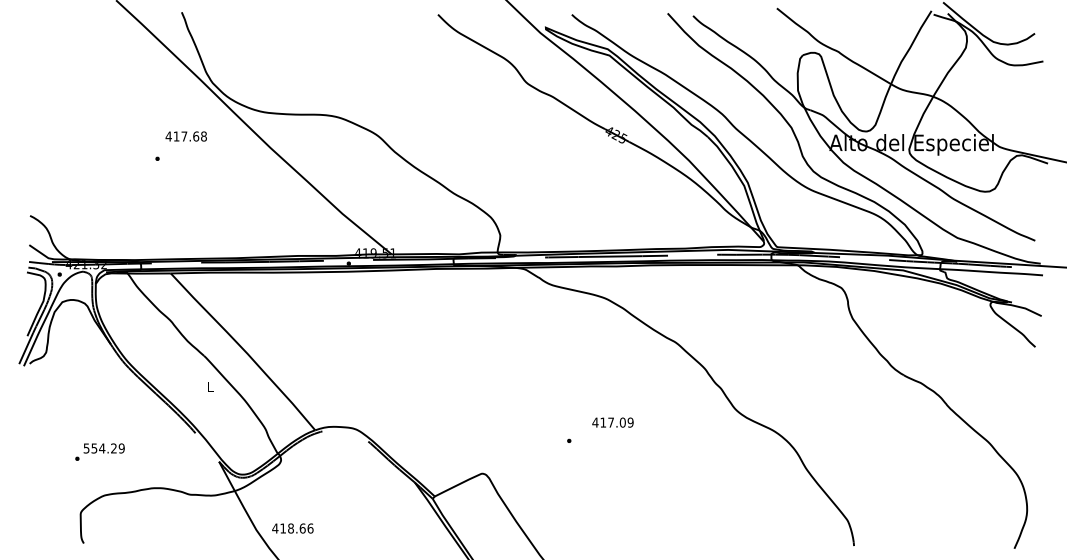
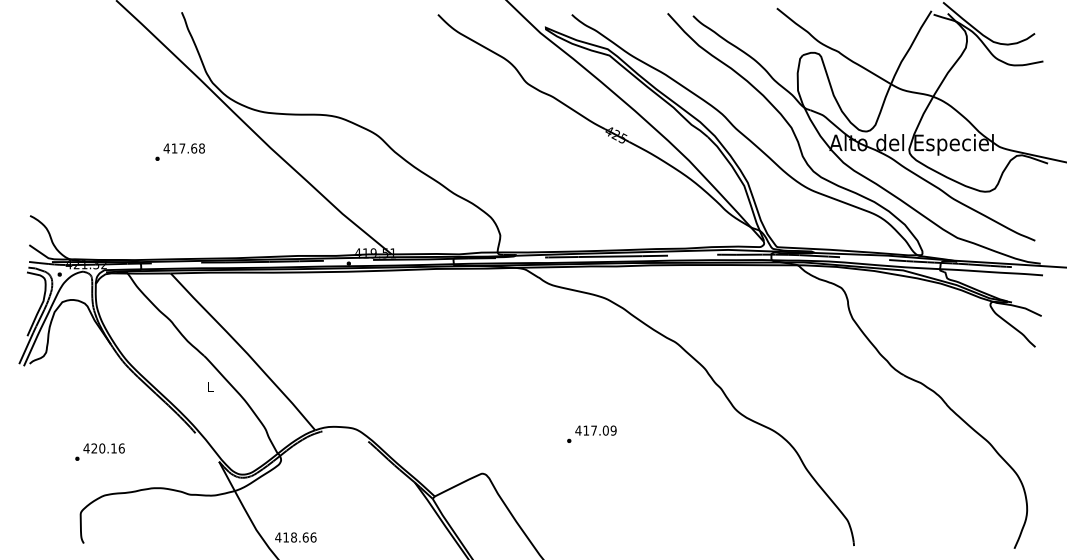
text at (185, 136) position: (185, 136) -> (183, 148)
text at (612, 422) position: (612, 422) -> (595, 430)
text at (103, 448): 554.29 -> 420.16
text at (292, 528) position: (292, 528) -> (295, 537)
